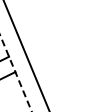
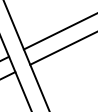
line at (58, 31): none -> present
line at (62, 48): none -> present
line at (16, 73): dashed -> solid
